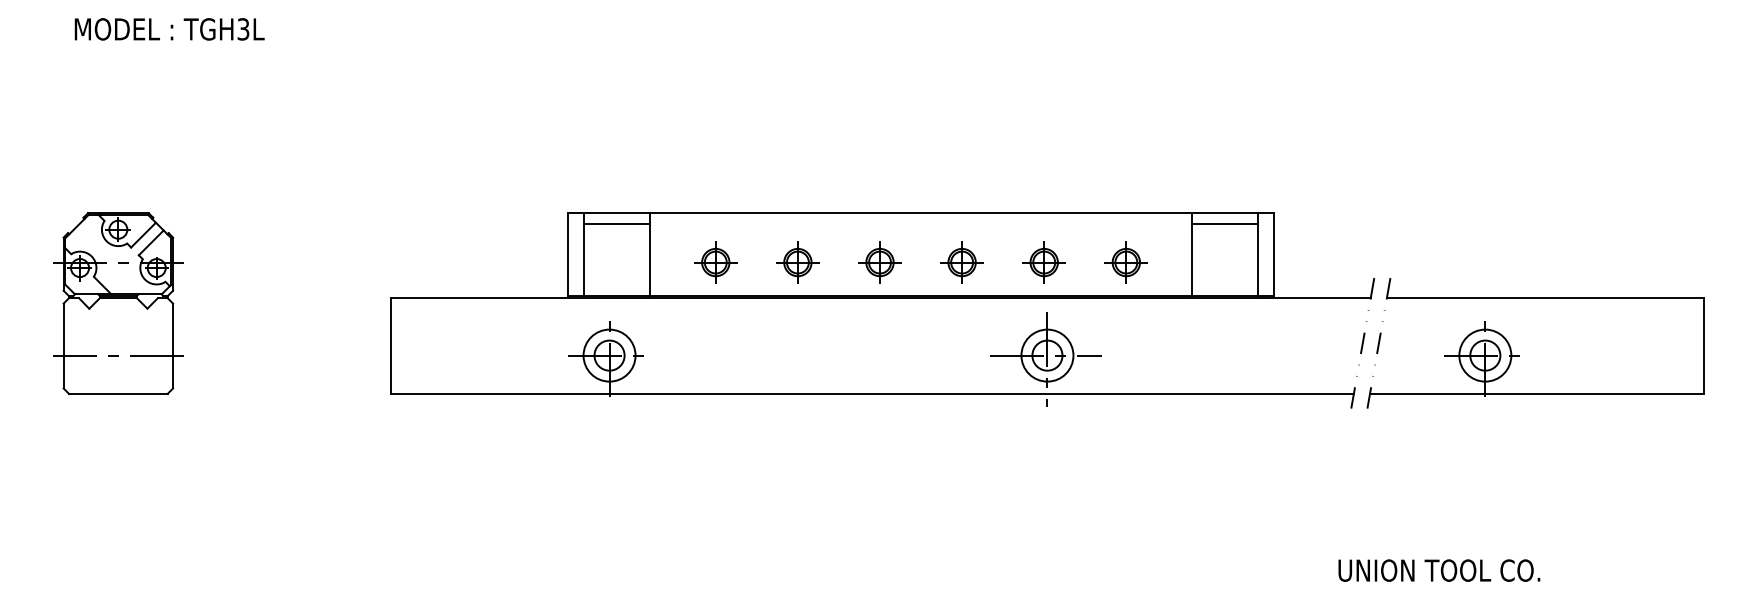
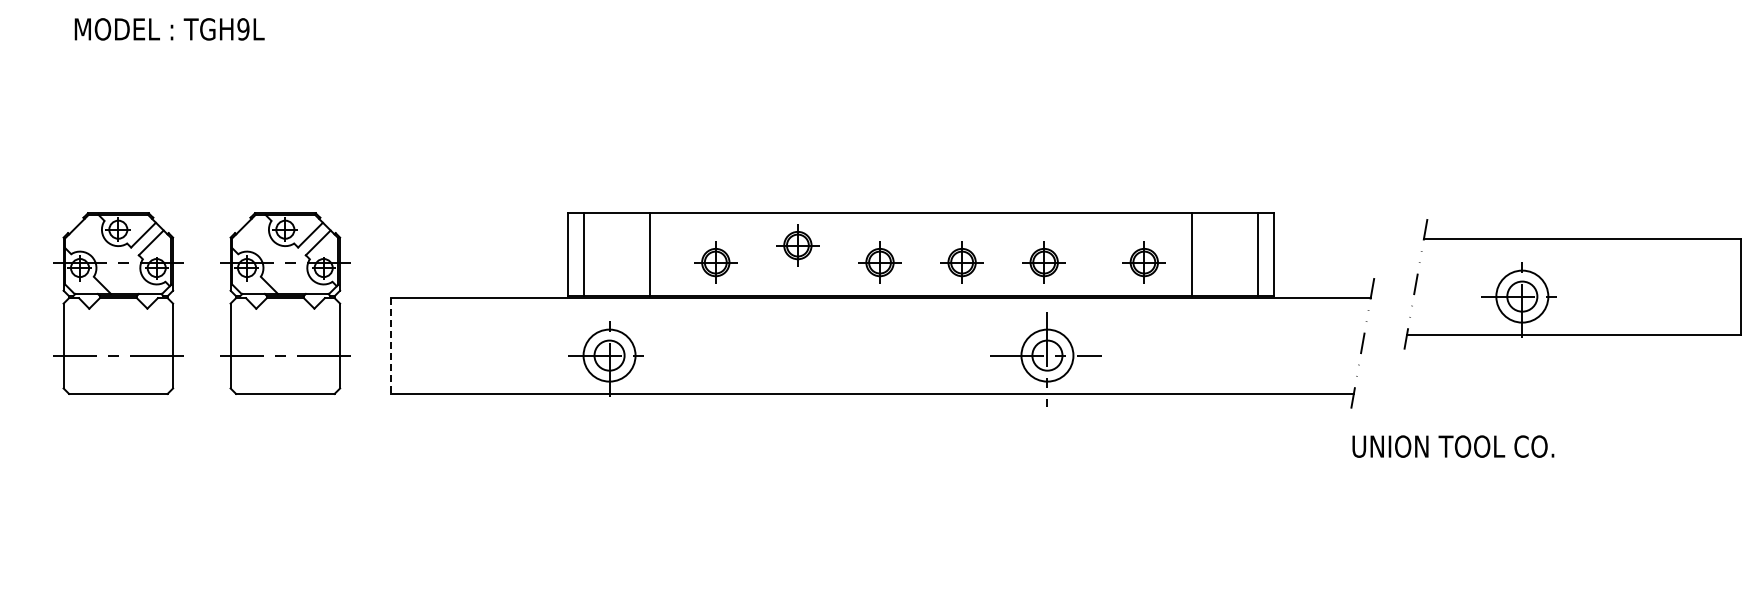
text at (243, 29): TGH3L -> TGH9L
line at (617, 224): present -> none
line at (1224, 224): present -> none
part at (797, 262) position: (797, 262) -> (797, 245)
part at (1125, 262) position: (1125, 262) -> (1143, 262)
part at (285, 303): none -> present
line at (390, 346): solid -> dashed
part at (1519, 355) position: (1519, 355) -> (1556, 296)
text at (1439, 570) position: (1439, 570) -> (1453, 446)
